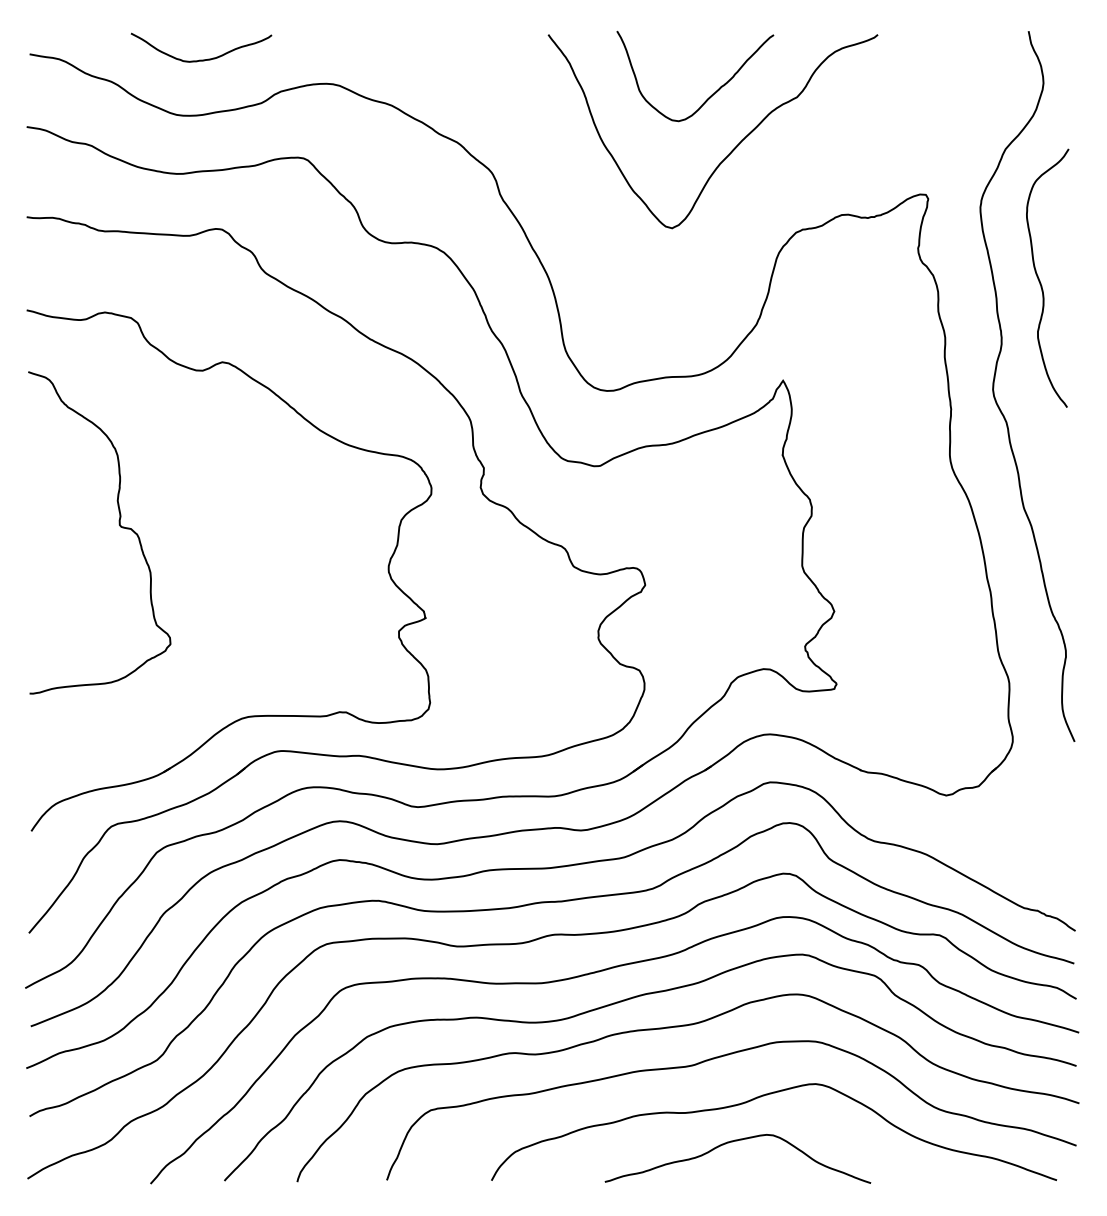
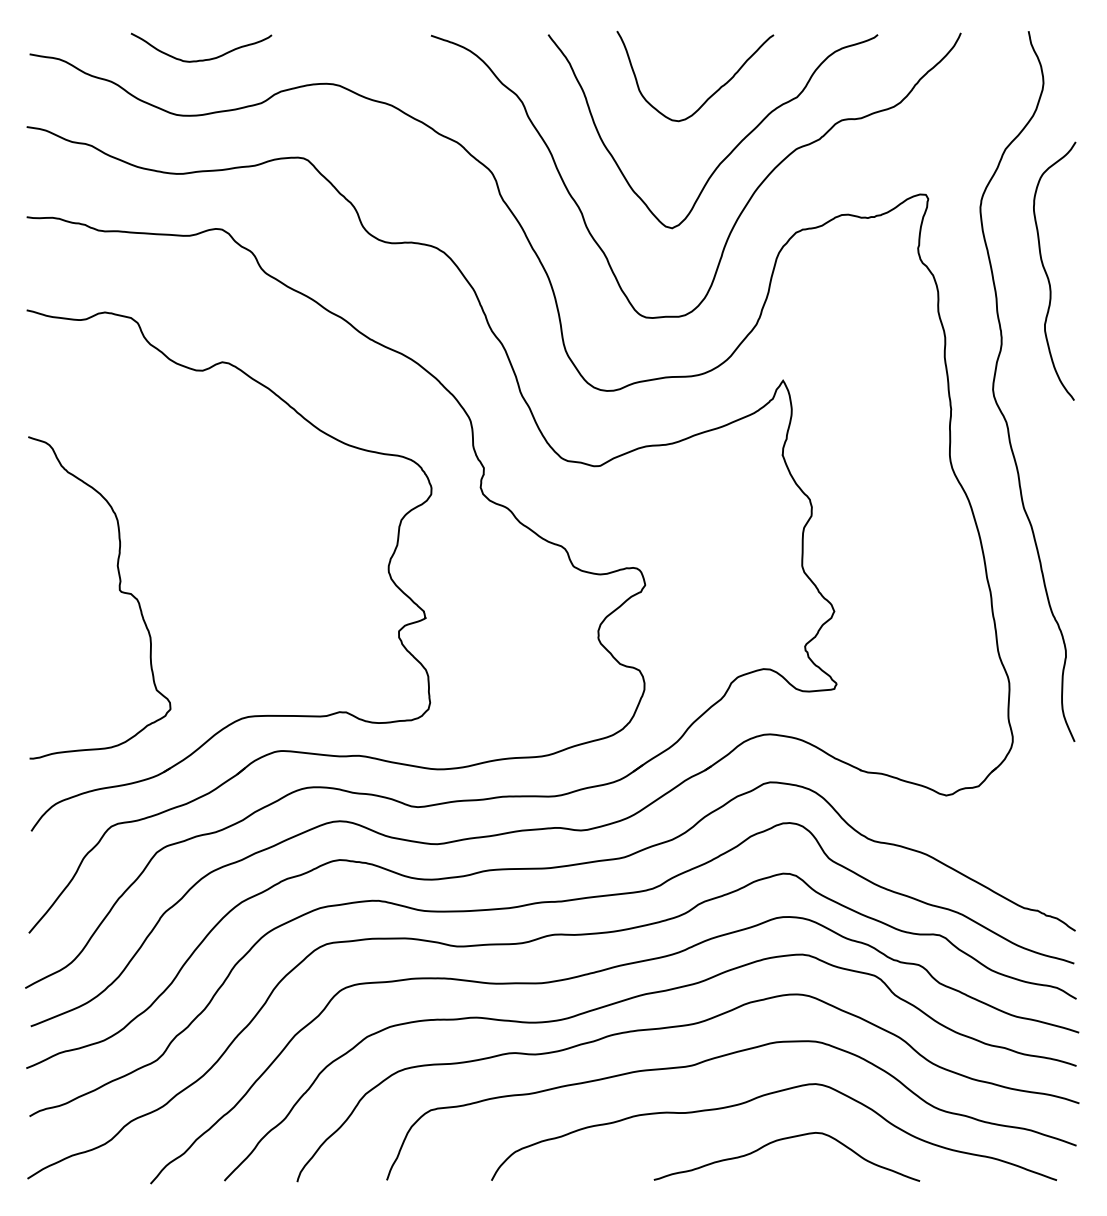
curve at (743, 207): none -> present
curve at (1040, 280) position: (1040, 280) -> (1047, 273)
curve at (118, 524) position: (118, 524) -> (118, 589)
curve at (732, 1142) position: (732, 1142) -> (781, 1140)
